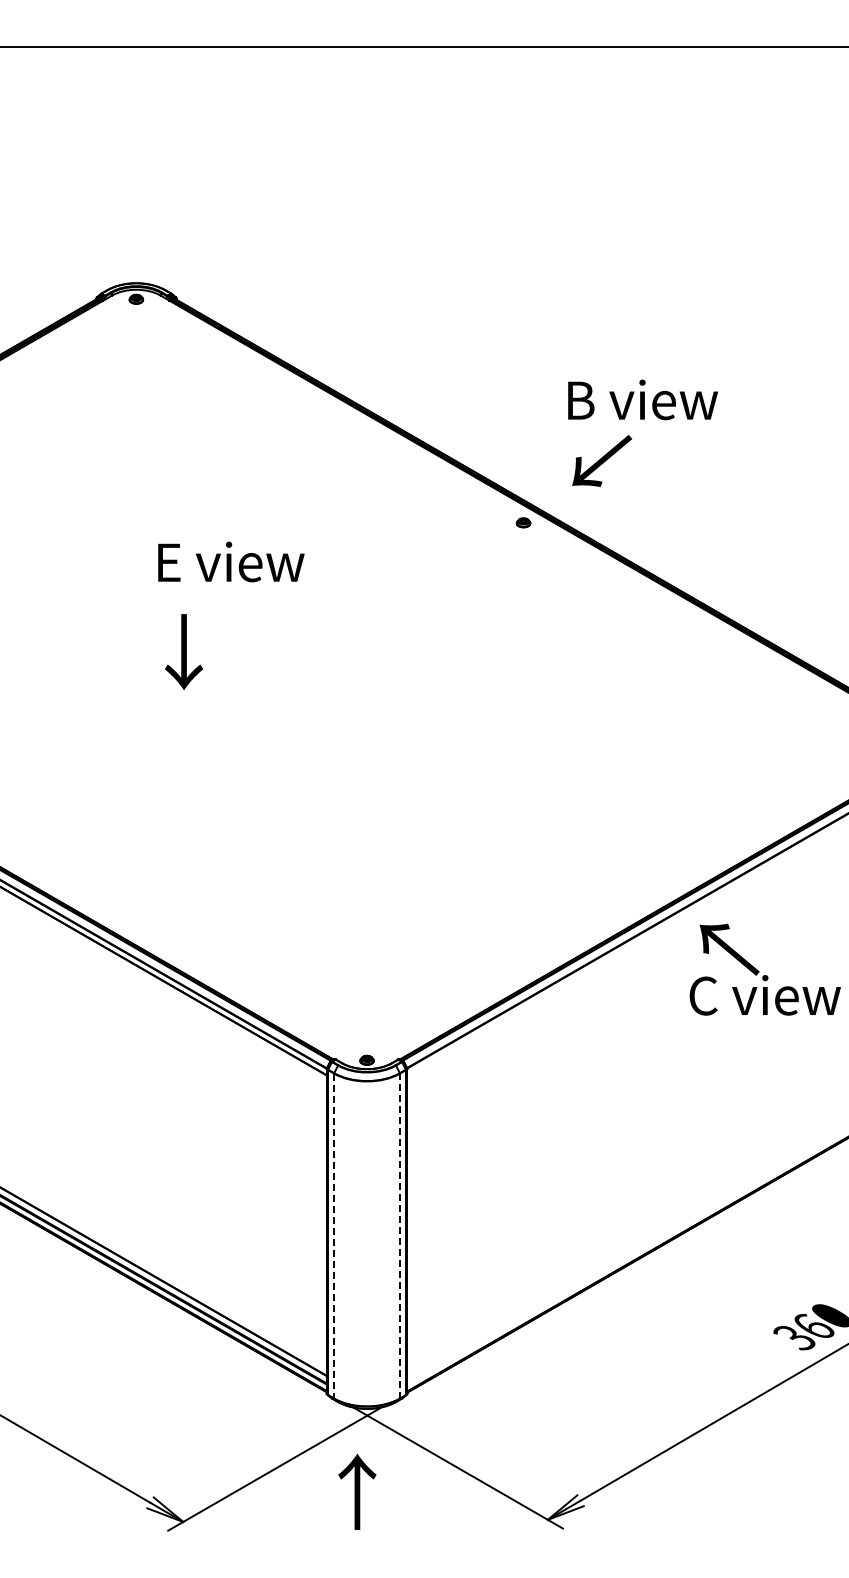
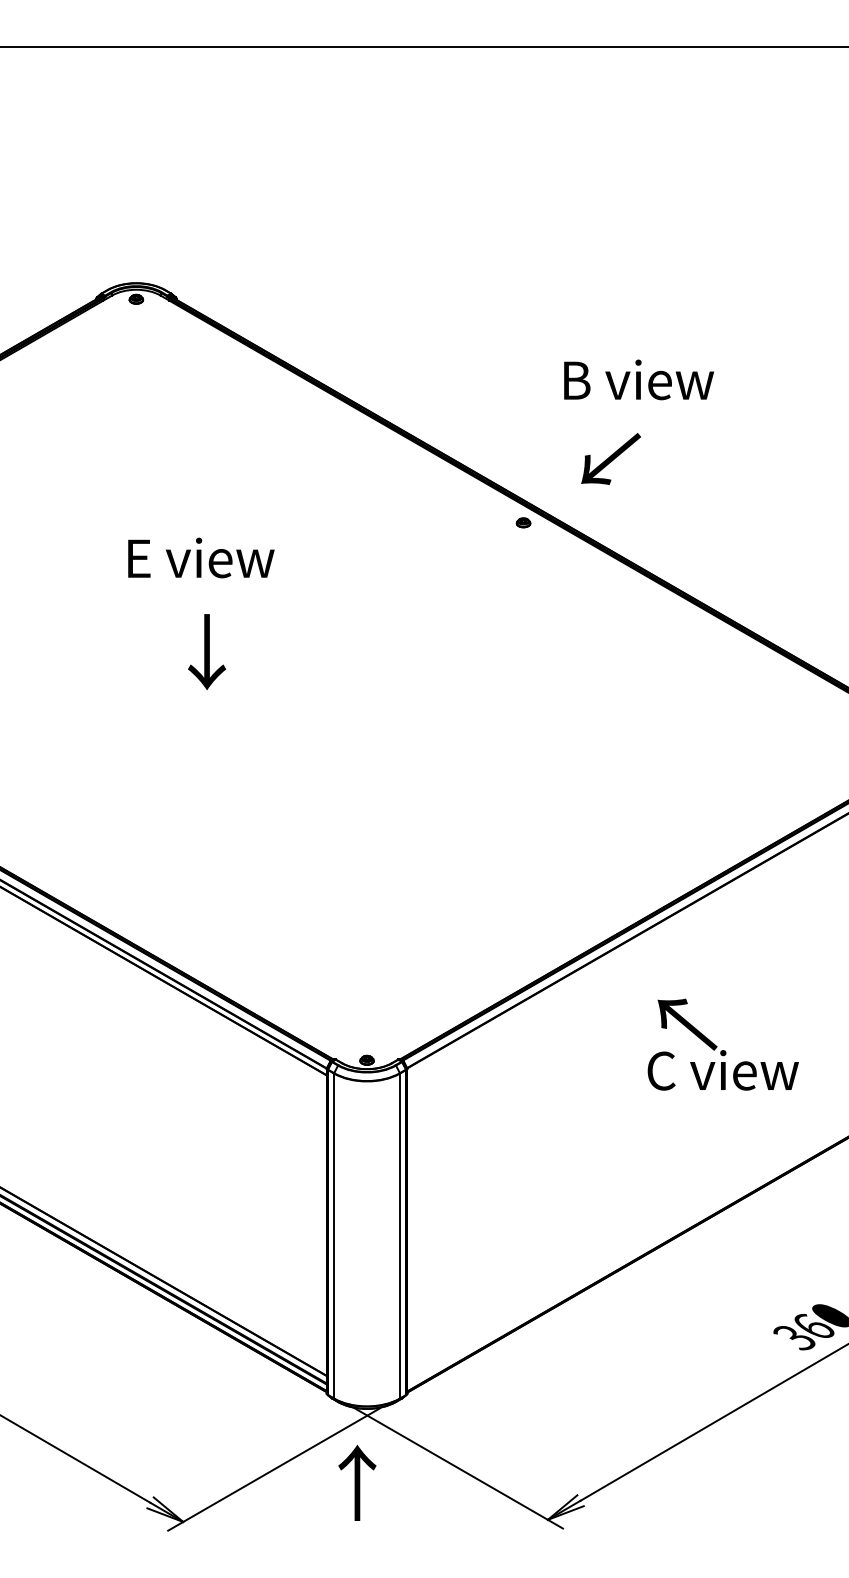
text at (642, 399) position: (642, 399) -> (638, 379)
text at (601, 460) position: (601, 460) -> (610, 458)
text at (231, 561) position: (231, 561) -> (201, 557)
text at (184, 652) position: (184, 652) -> (207, 652)
text at (764, 969) position: (764, 969) -> (722, 1044)
line at (400, 1235): dashed -> solid
line at (334, 1236): dashed -> solid
text at (357, 1491) position: (357, 1491) -> (357, 1482)
